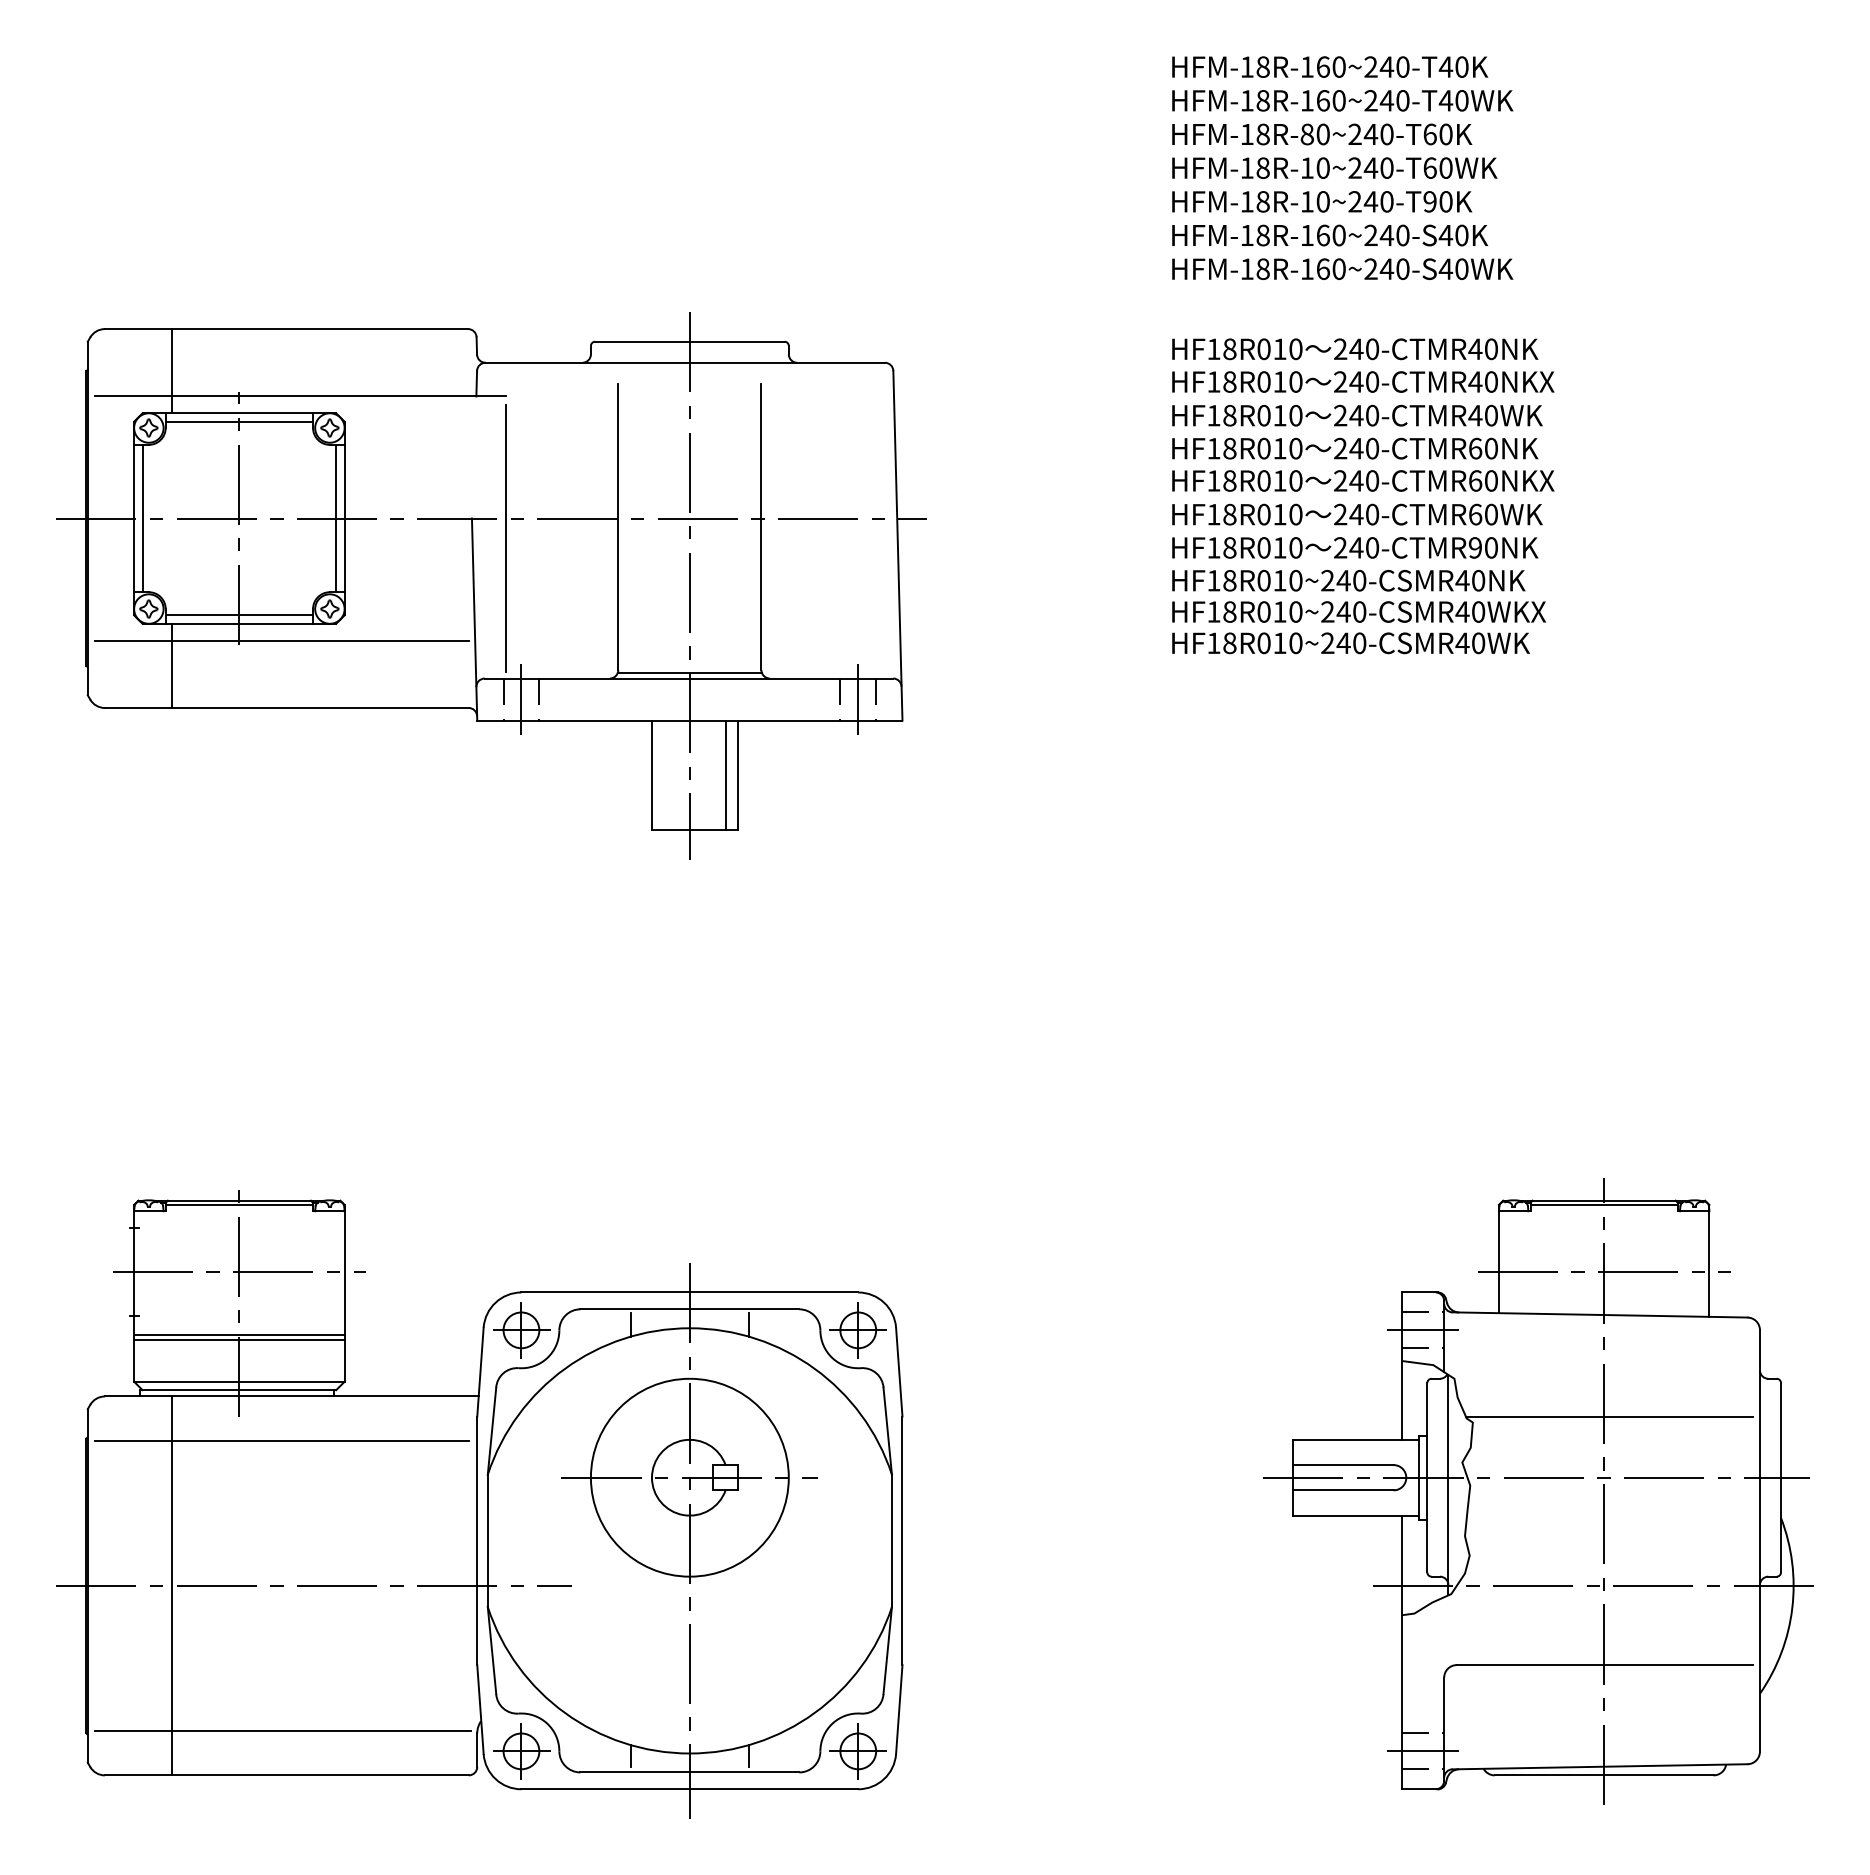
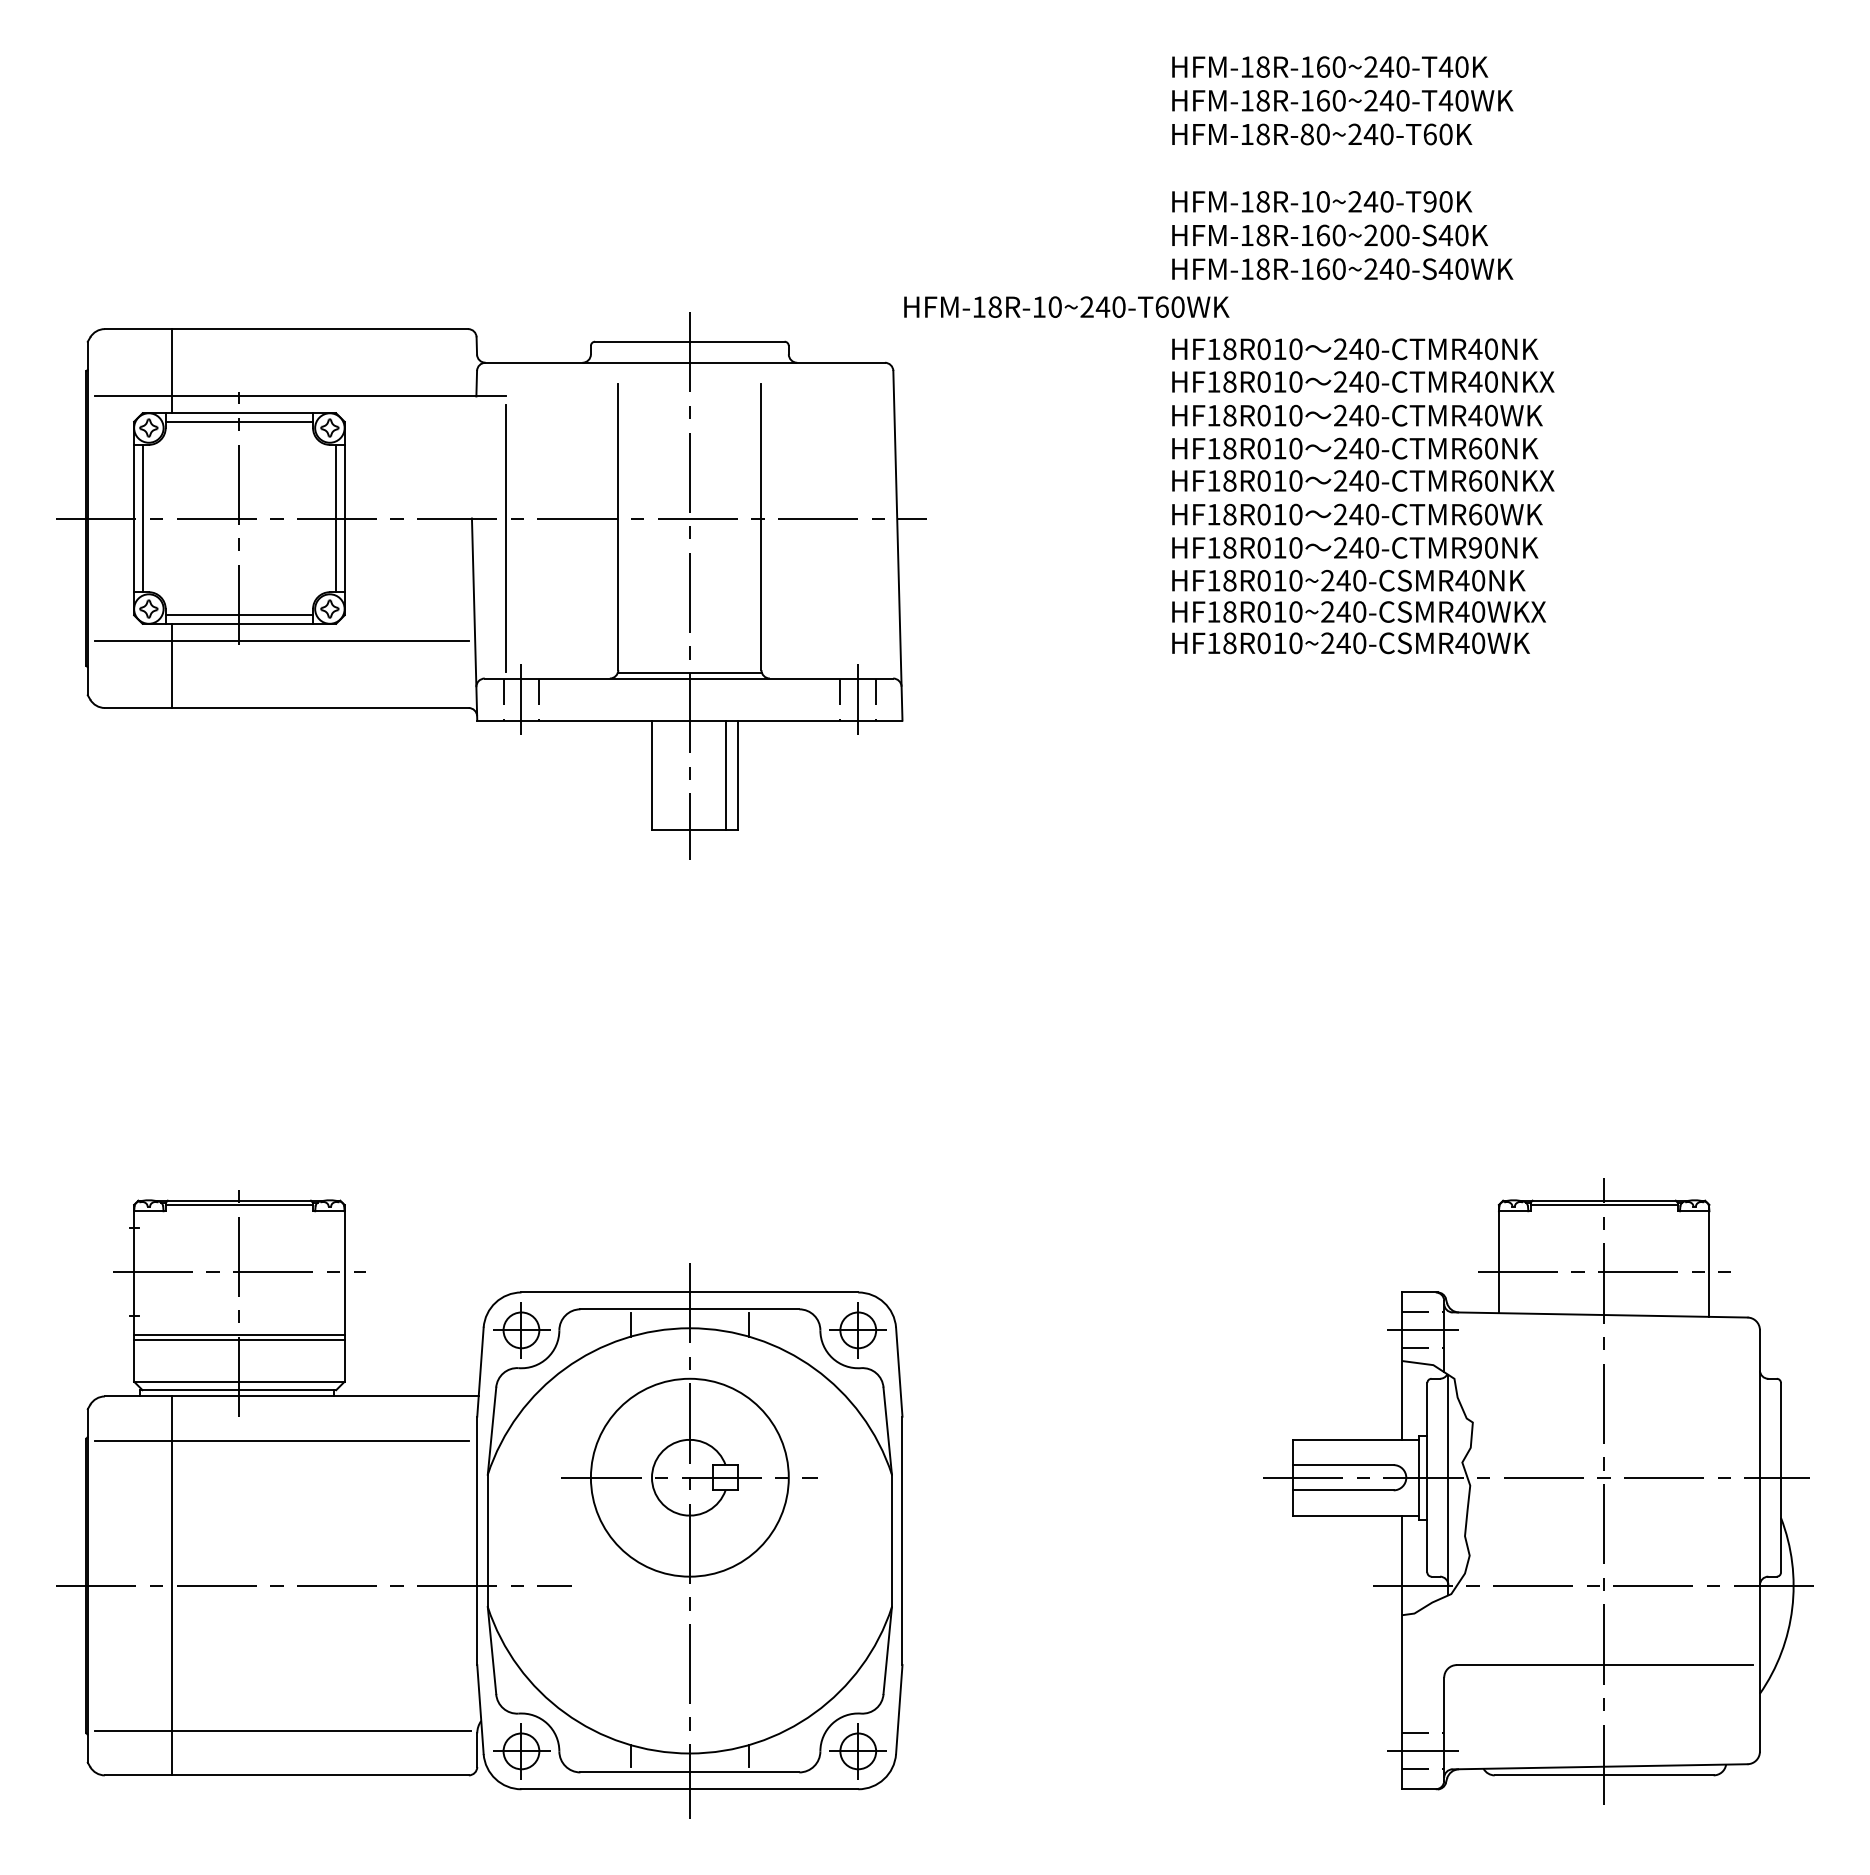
text at (1334, 167) position: (1334, 167) -> (1066, 306)
text at (1386, 235): HFM-18R-160~240-S40K -> HFM-18R-160~200-S40K
line at (1608, 1416): present -> none
